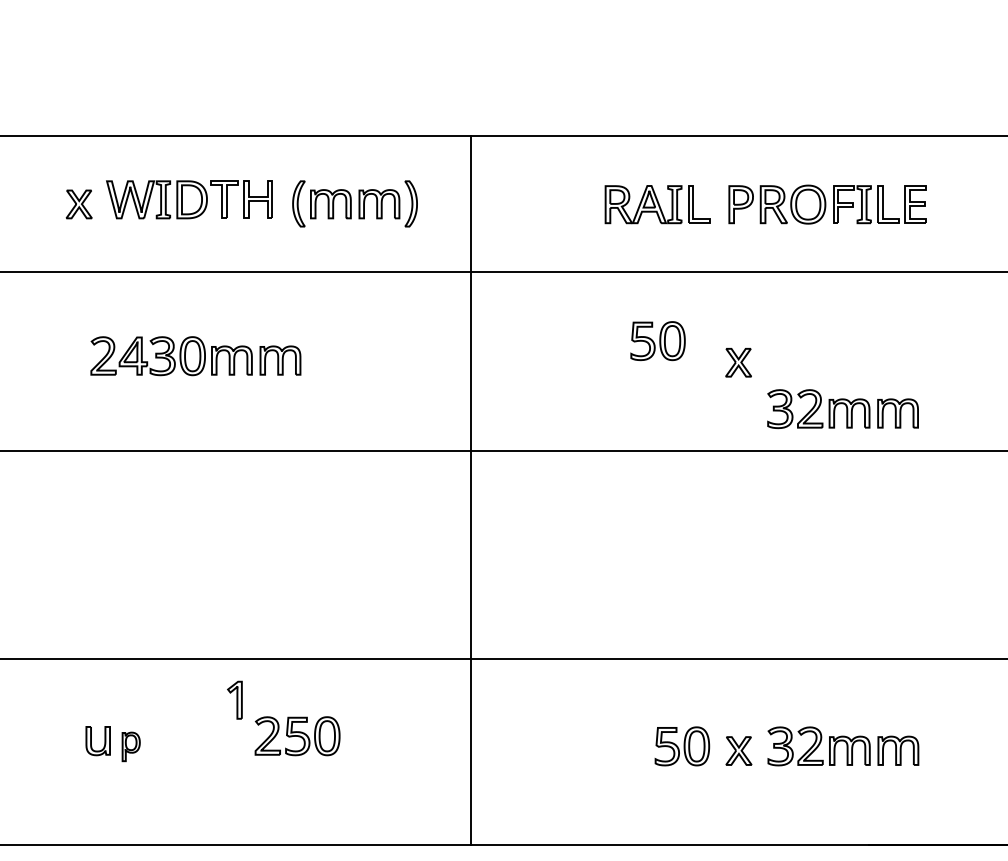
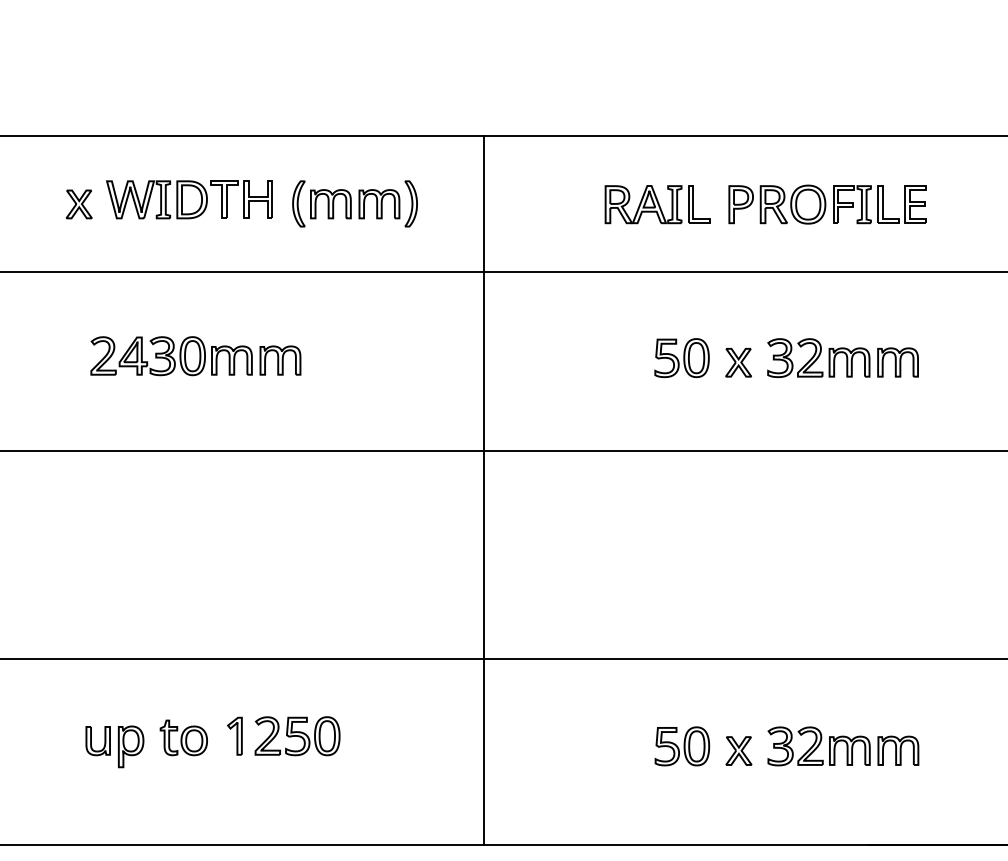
part at (657, 341) position: (657, 341) -> (681, 358)
part at (842, 409) position: (842, 409) -> (842, 358)
line at (470, 490) position: (470, 490) -> (483, 490)
part at (234, 699) position: (234, 699) -> (234, 735)
part at (183, 737): none -> present
part at (130, 746) size: 20x32 px -> 27x44 px
